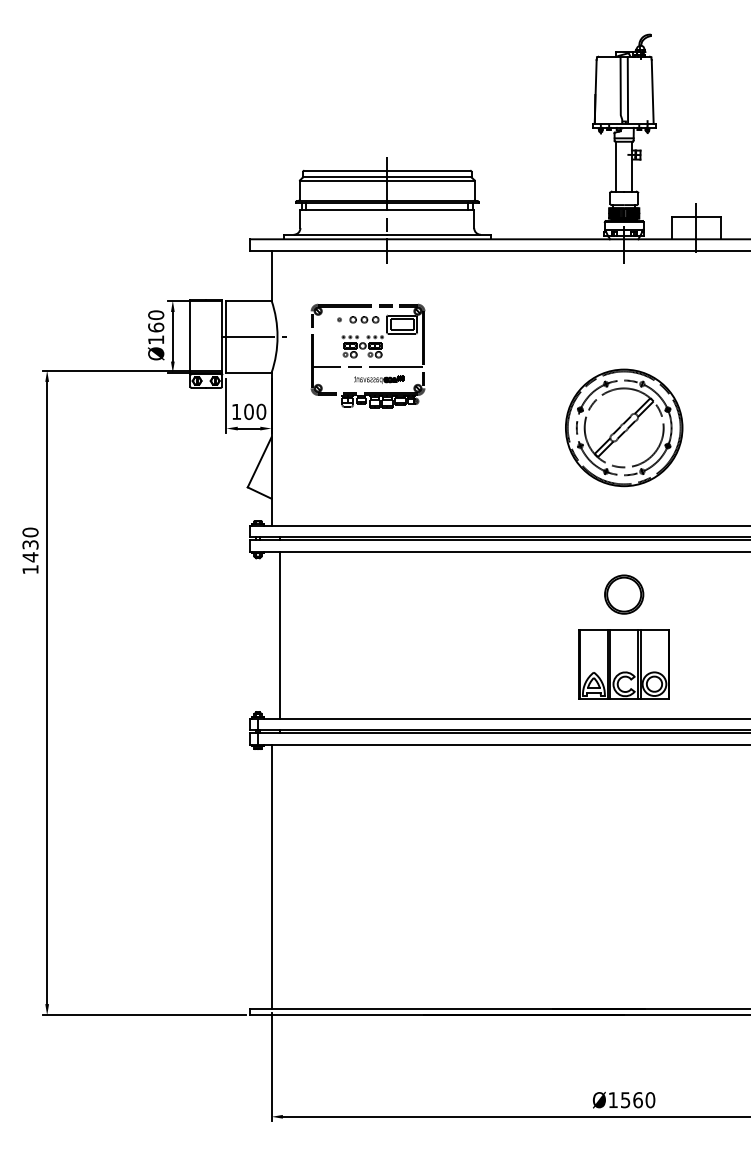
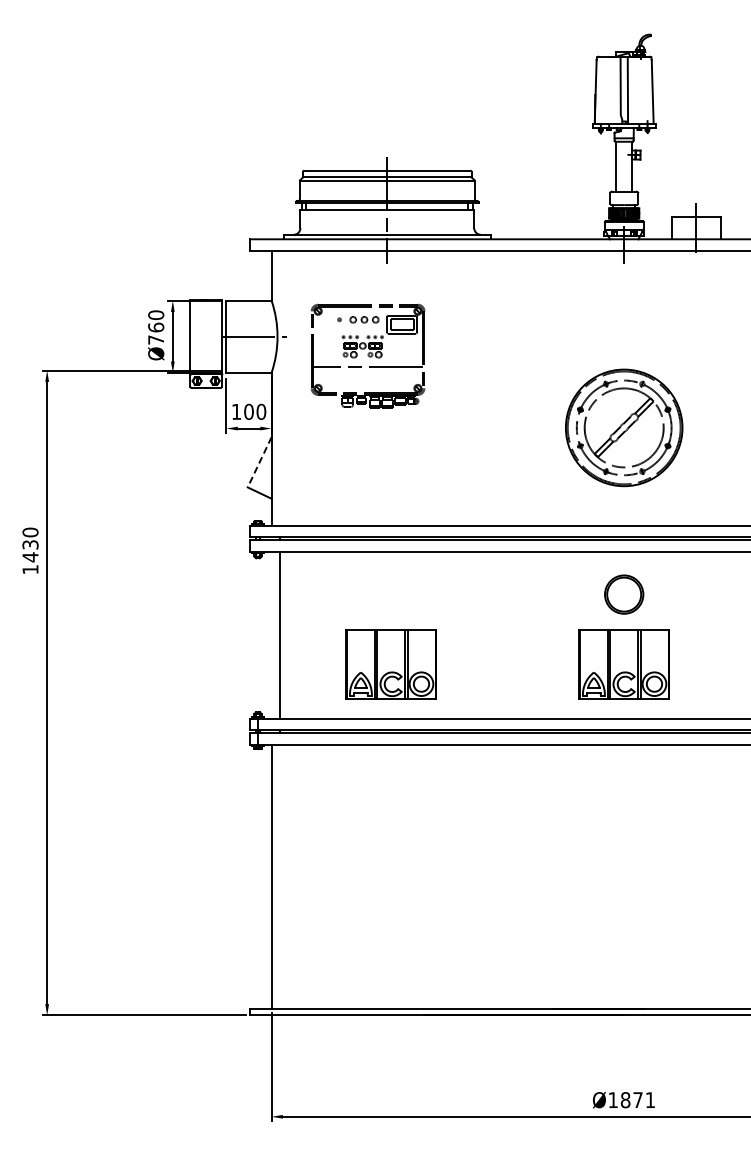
text at (156, 339): Ø160 -> Ø760
part at (379, 379): present -> none
line at (259, 462): solid -> dashed
part at (390, 664): none -> present
text at (637, 1100): Ø1560 -> Ø1871
